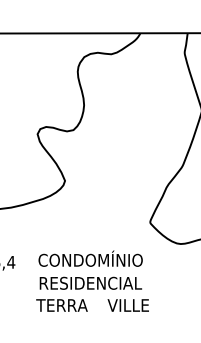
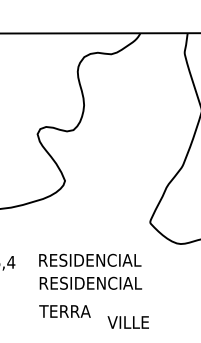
text at (90, 258): CONDOMÍNIO -> RESIDENCIAL
text at (61, 305) position: (61, 305) -> (64, 311)
text at (127, 305) position: (127, 305) -> (127, 322)
